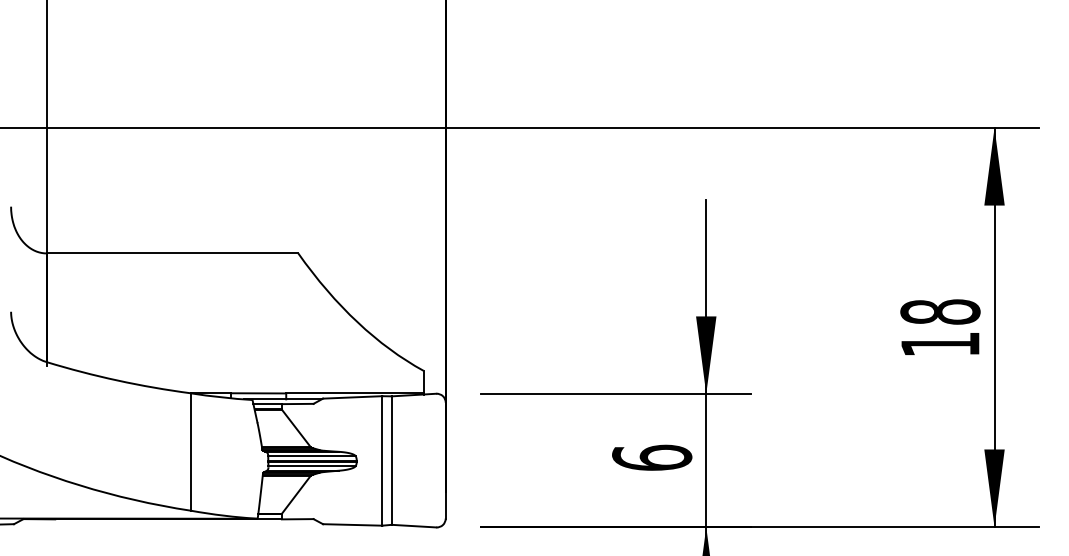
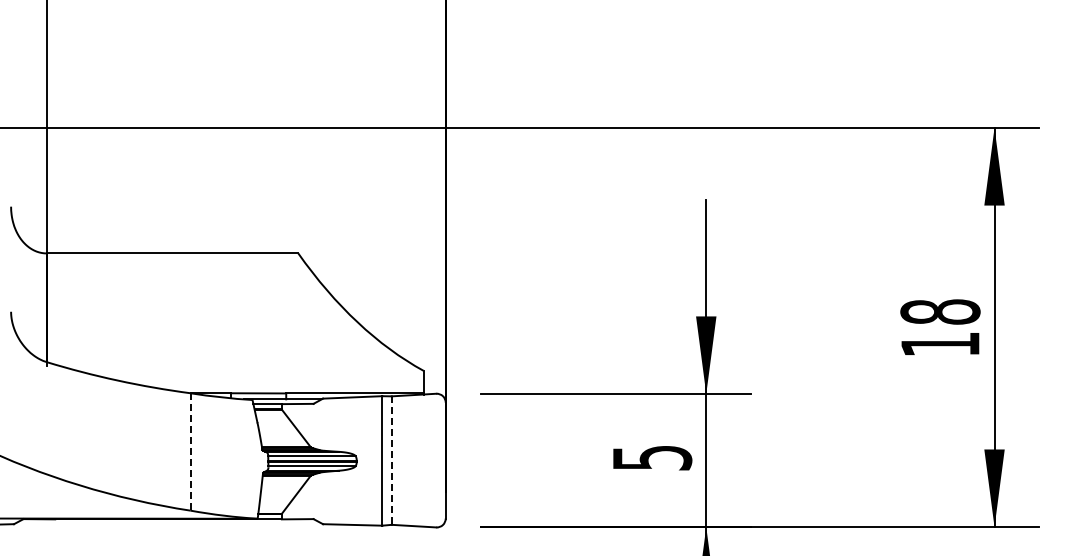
line at (190, 451): solid -> dashed
text at (652, 457): 6 -> 5
line at (391, 461): solid -> dashed
